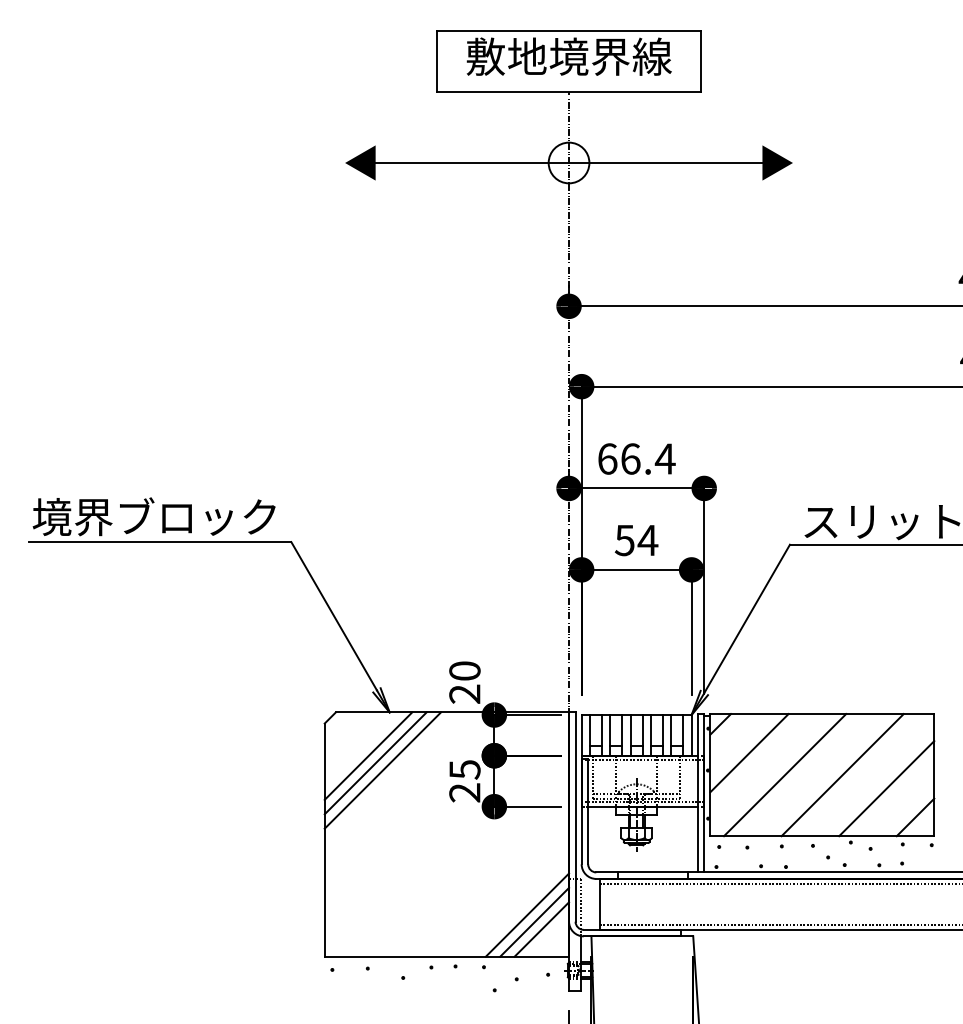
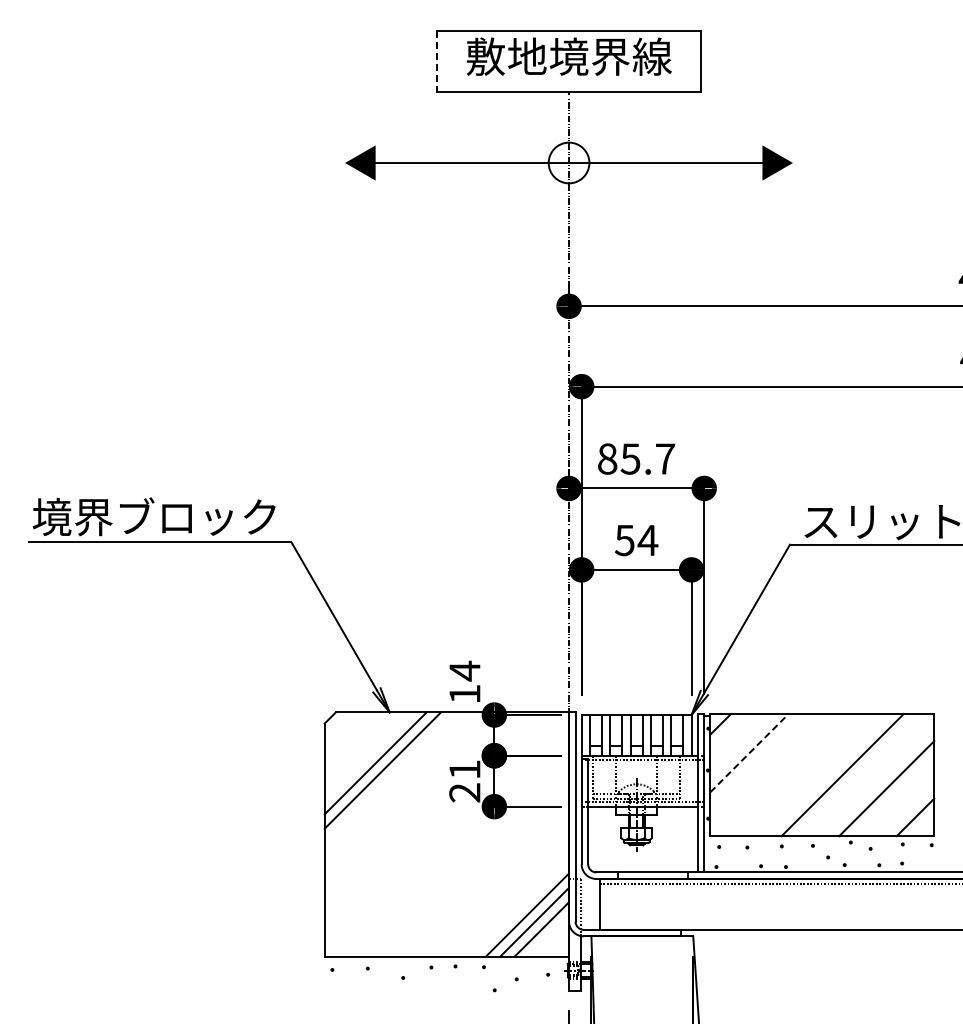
line at (436, 61): solid -> dashed
text at (636, 458): 66.4 -> 85.7
text at (464, 681): 20 -> 14
line at (749, 752): solid -> dashed
line at (368, 755): present -> none
text at (464, 769): 25 -> 21
line at (785, 775): present -> none
line at (779, 925): present -> none
